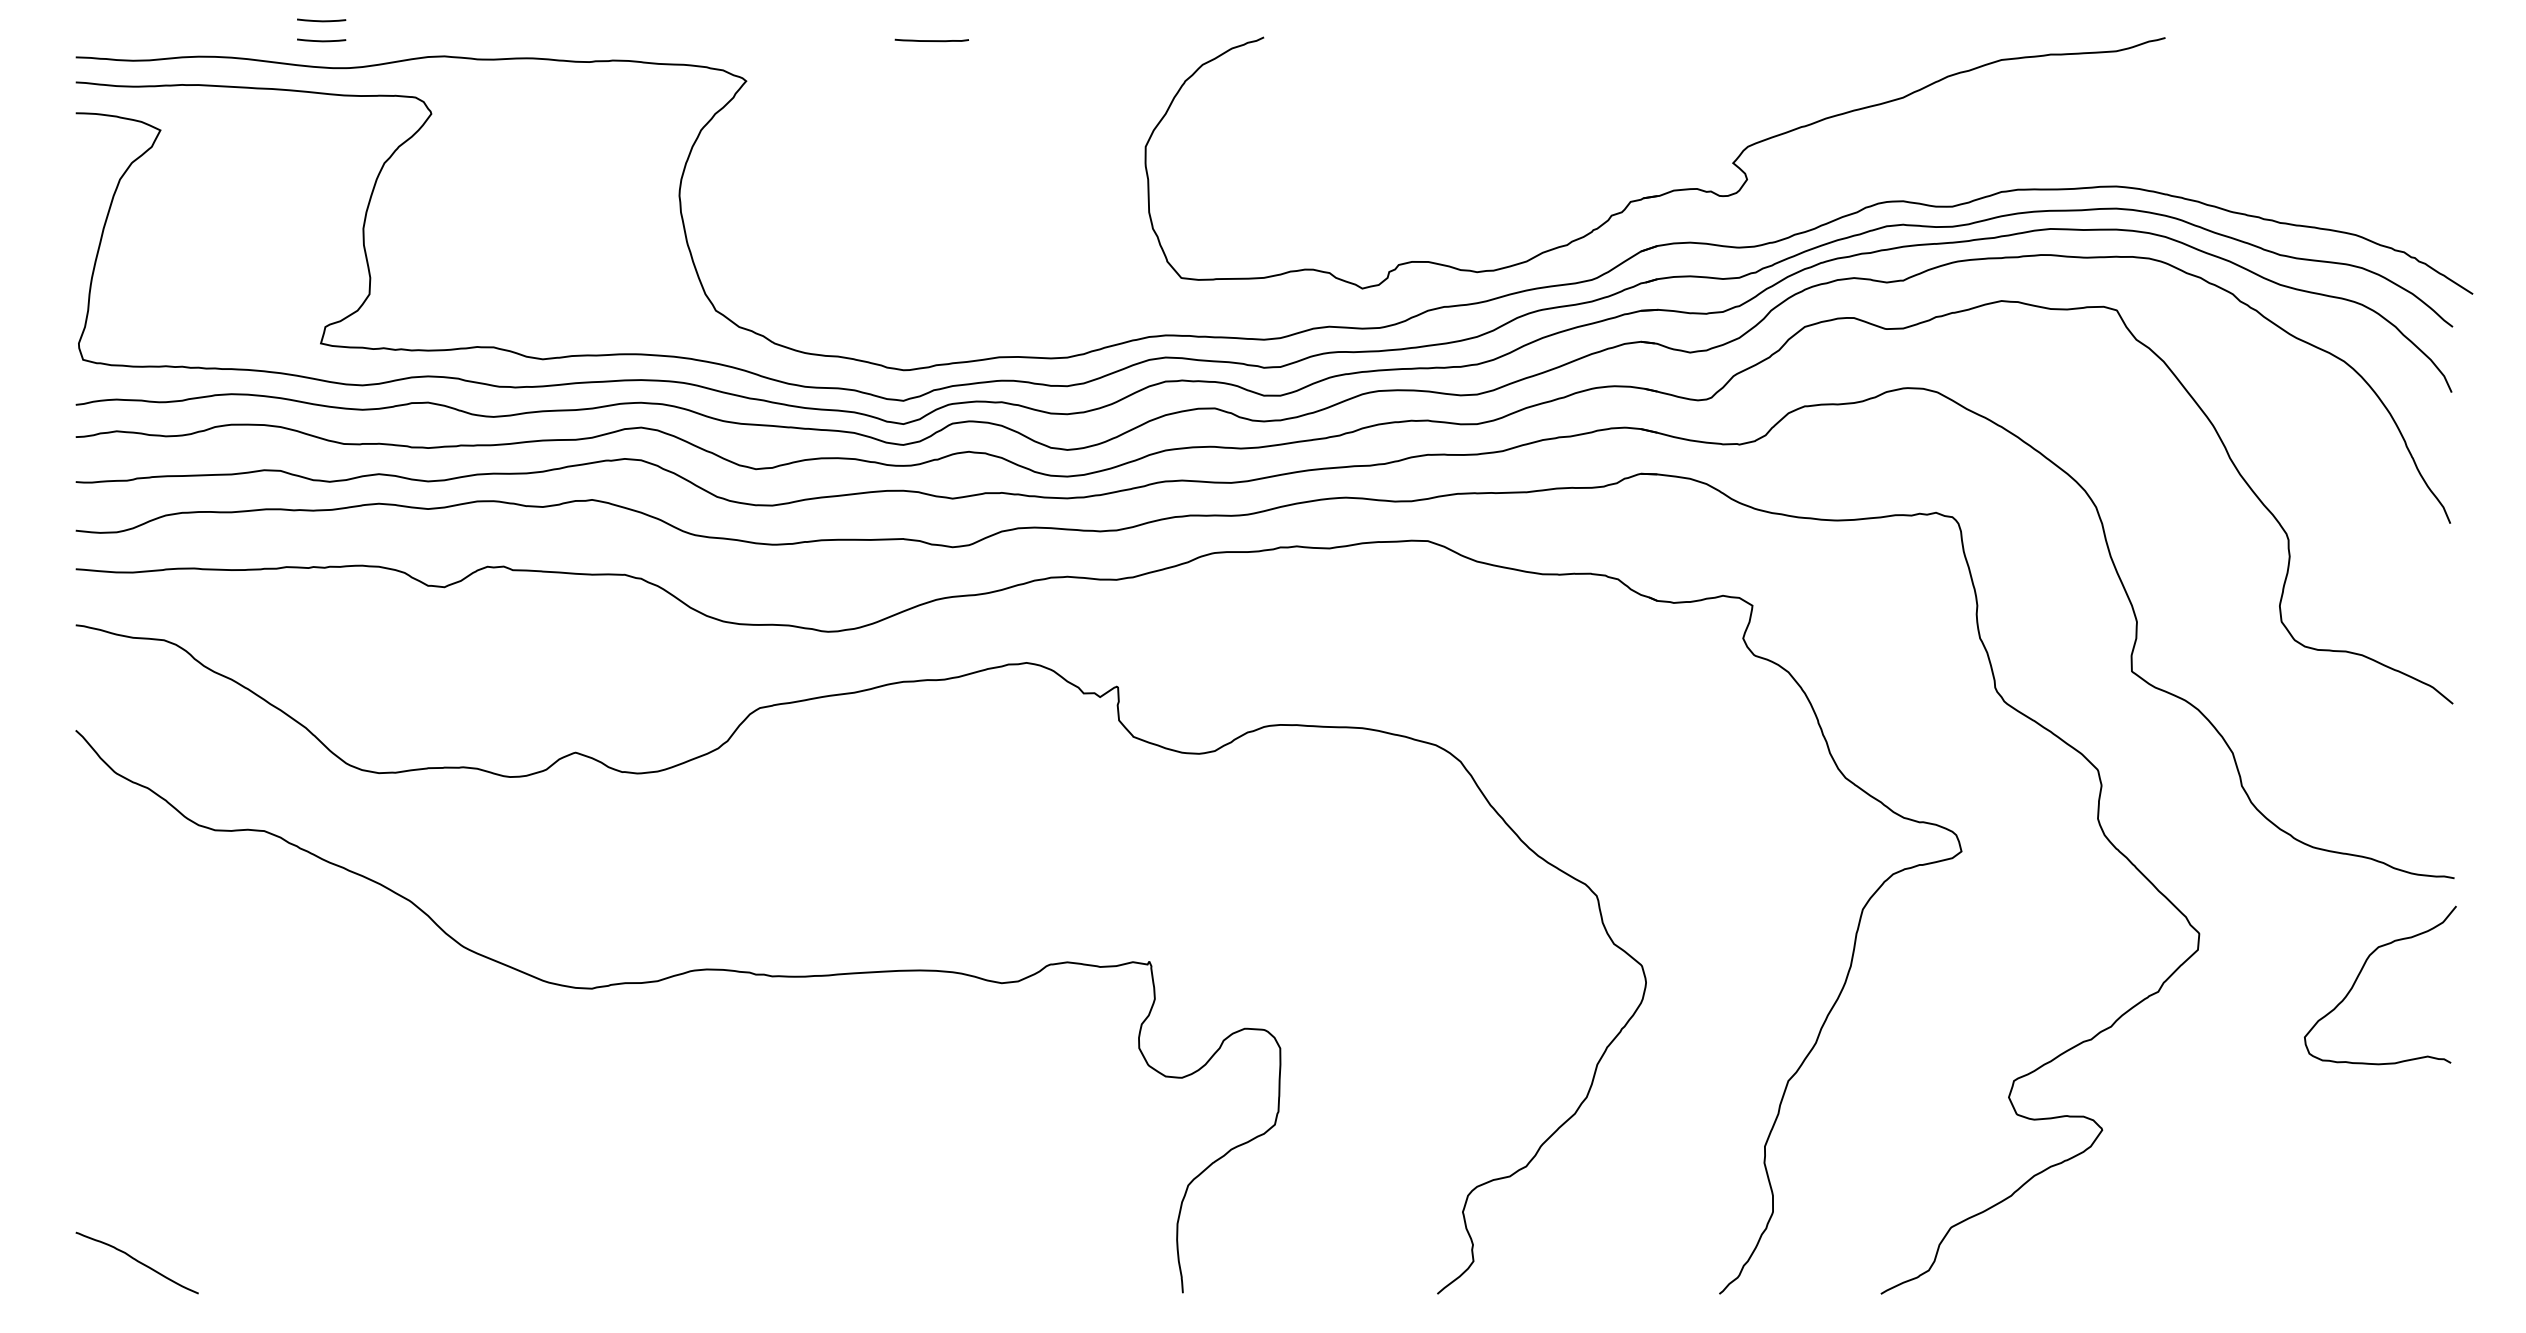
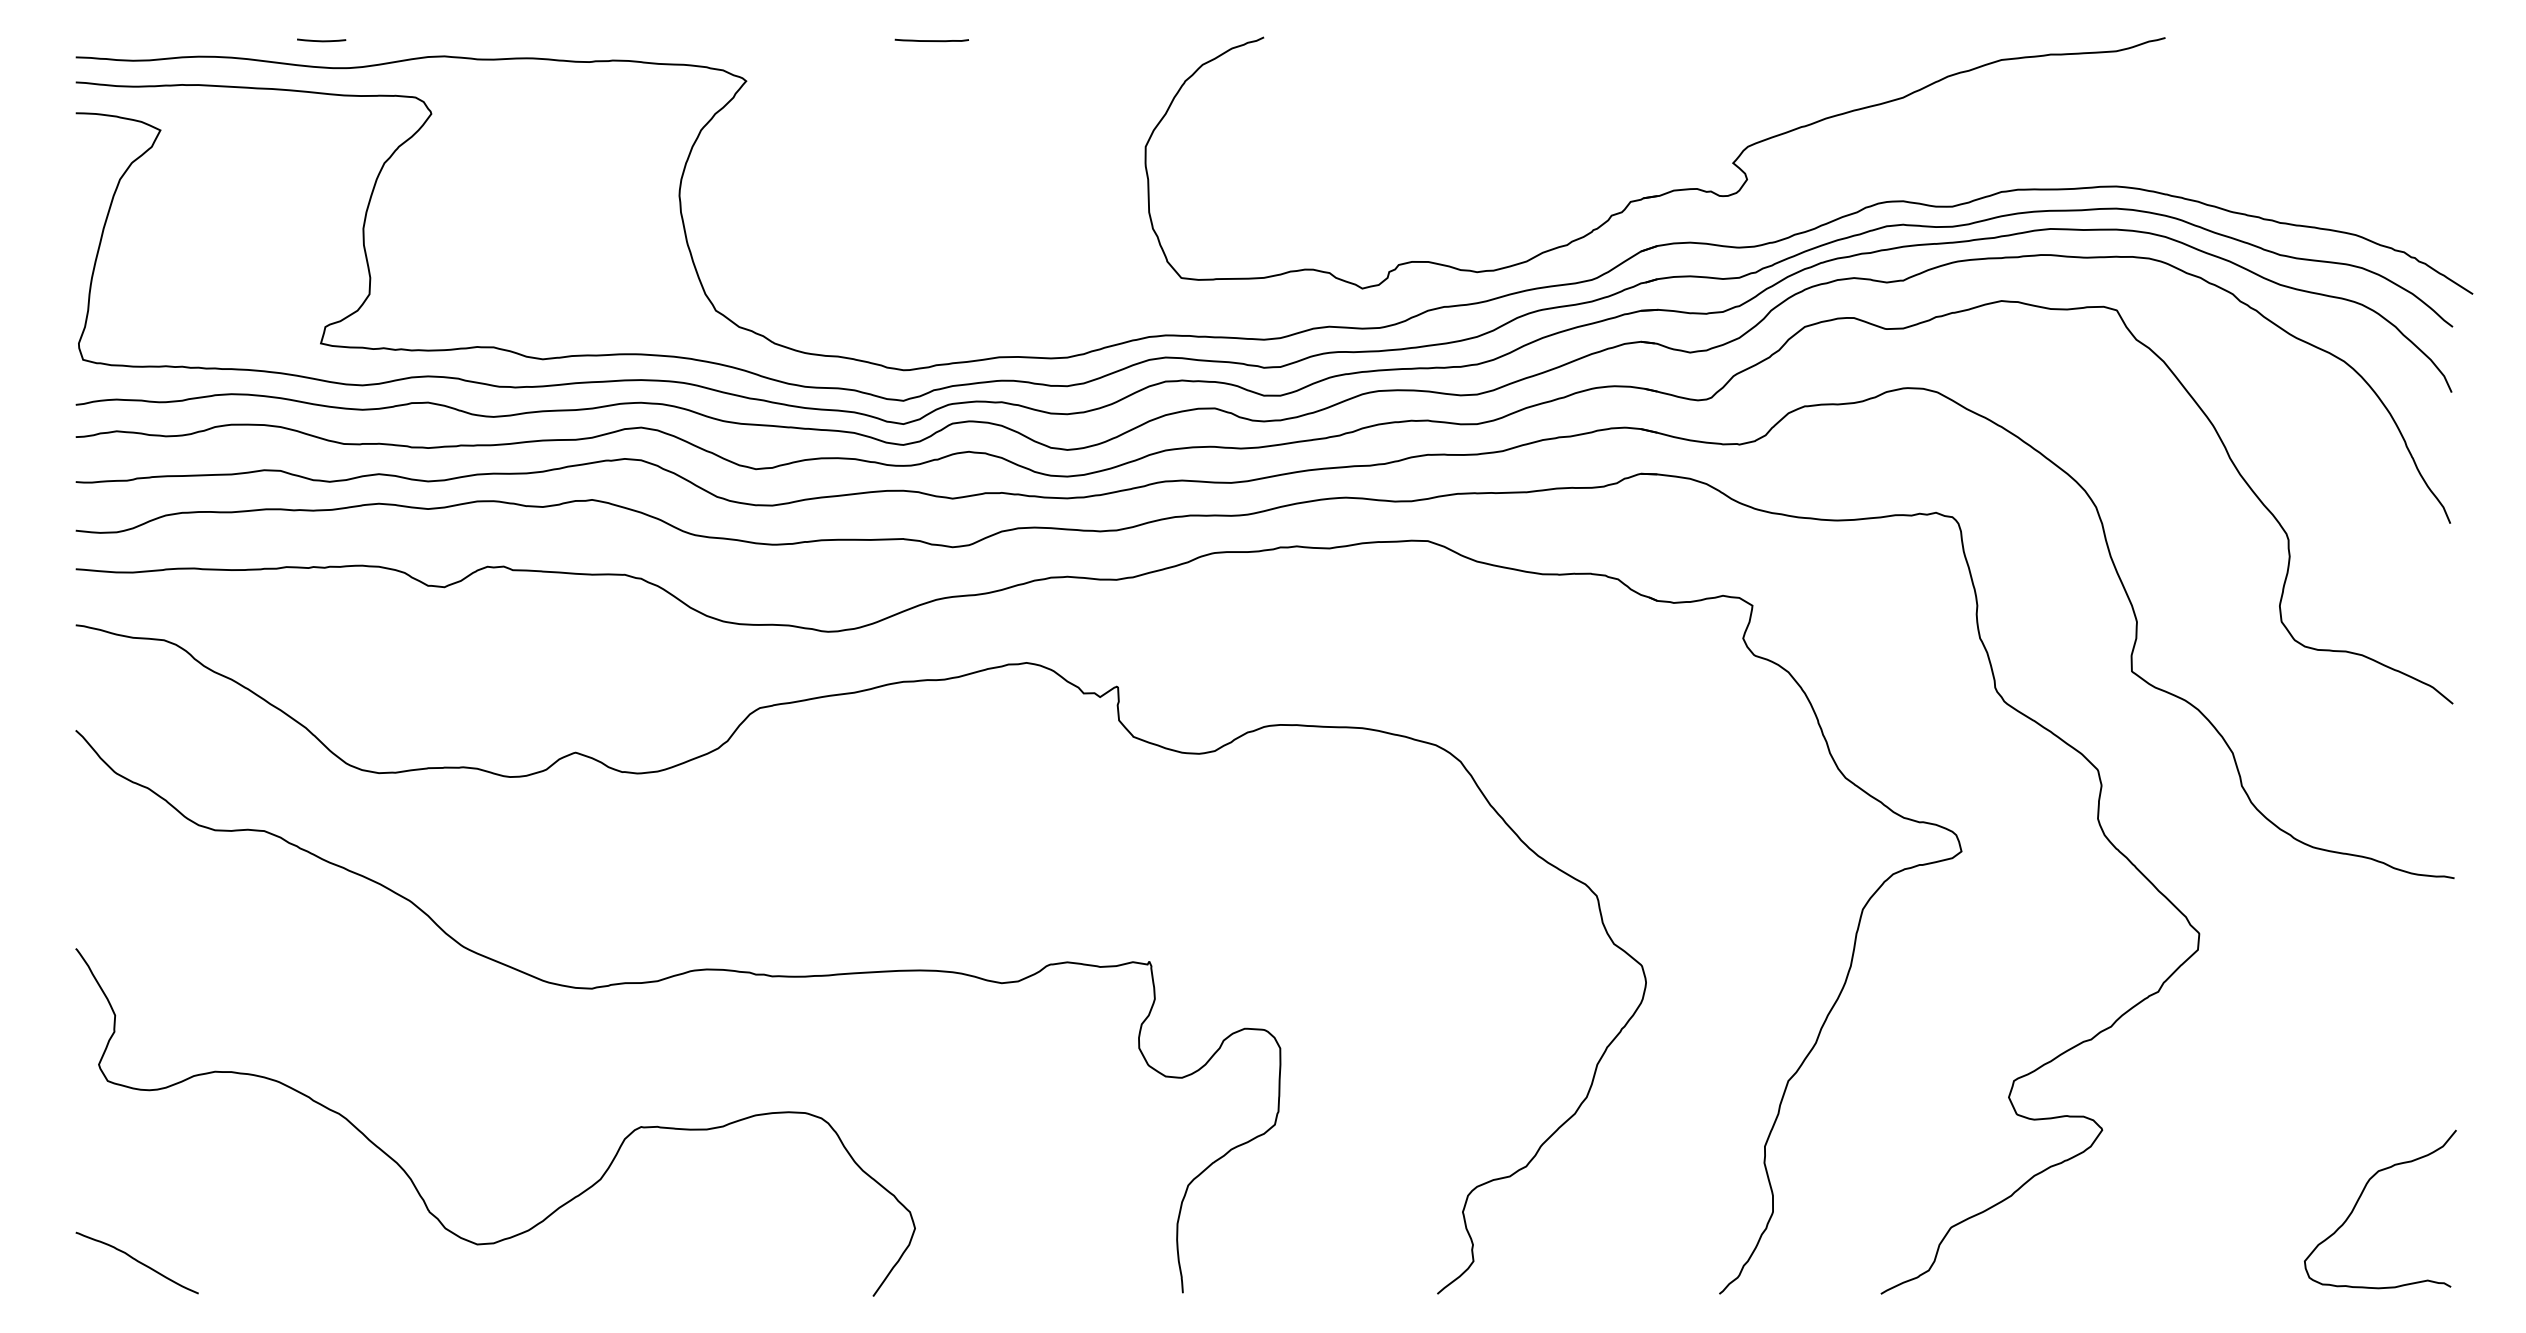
curve at (321, 20): present -> none
curve at (2360, 974) position: (2360, 974) -> (2360, 1198)
curve at (411, 1178): none -> present
